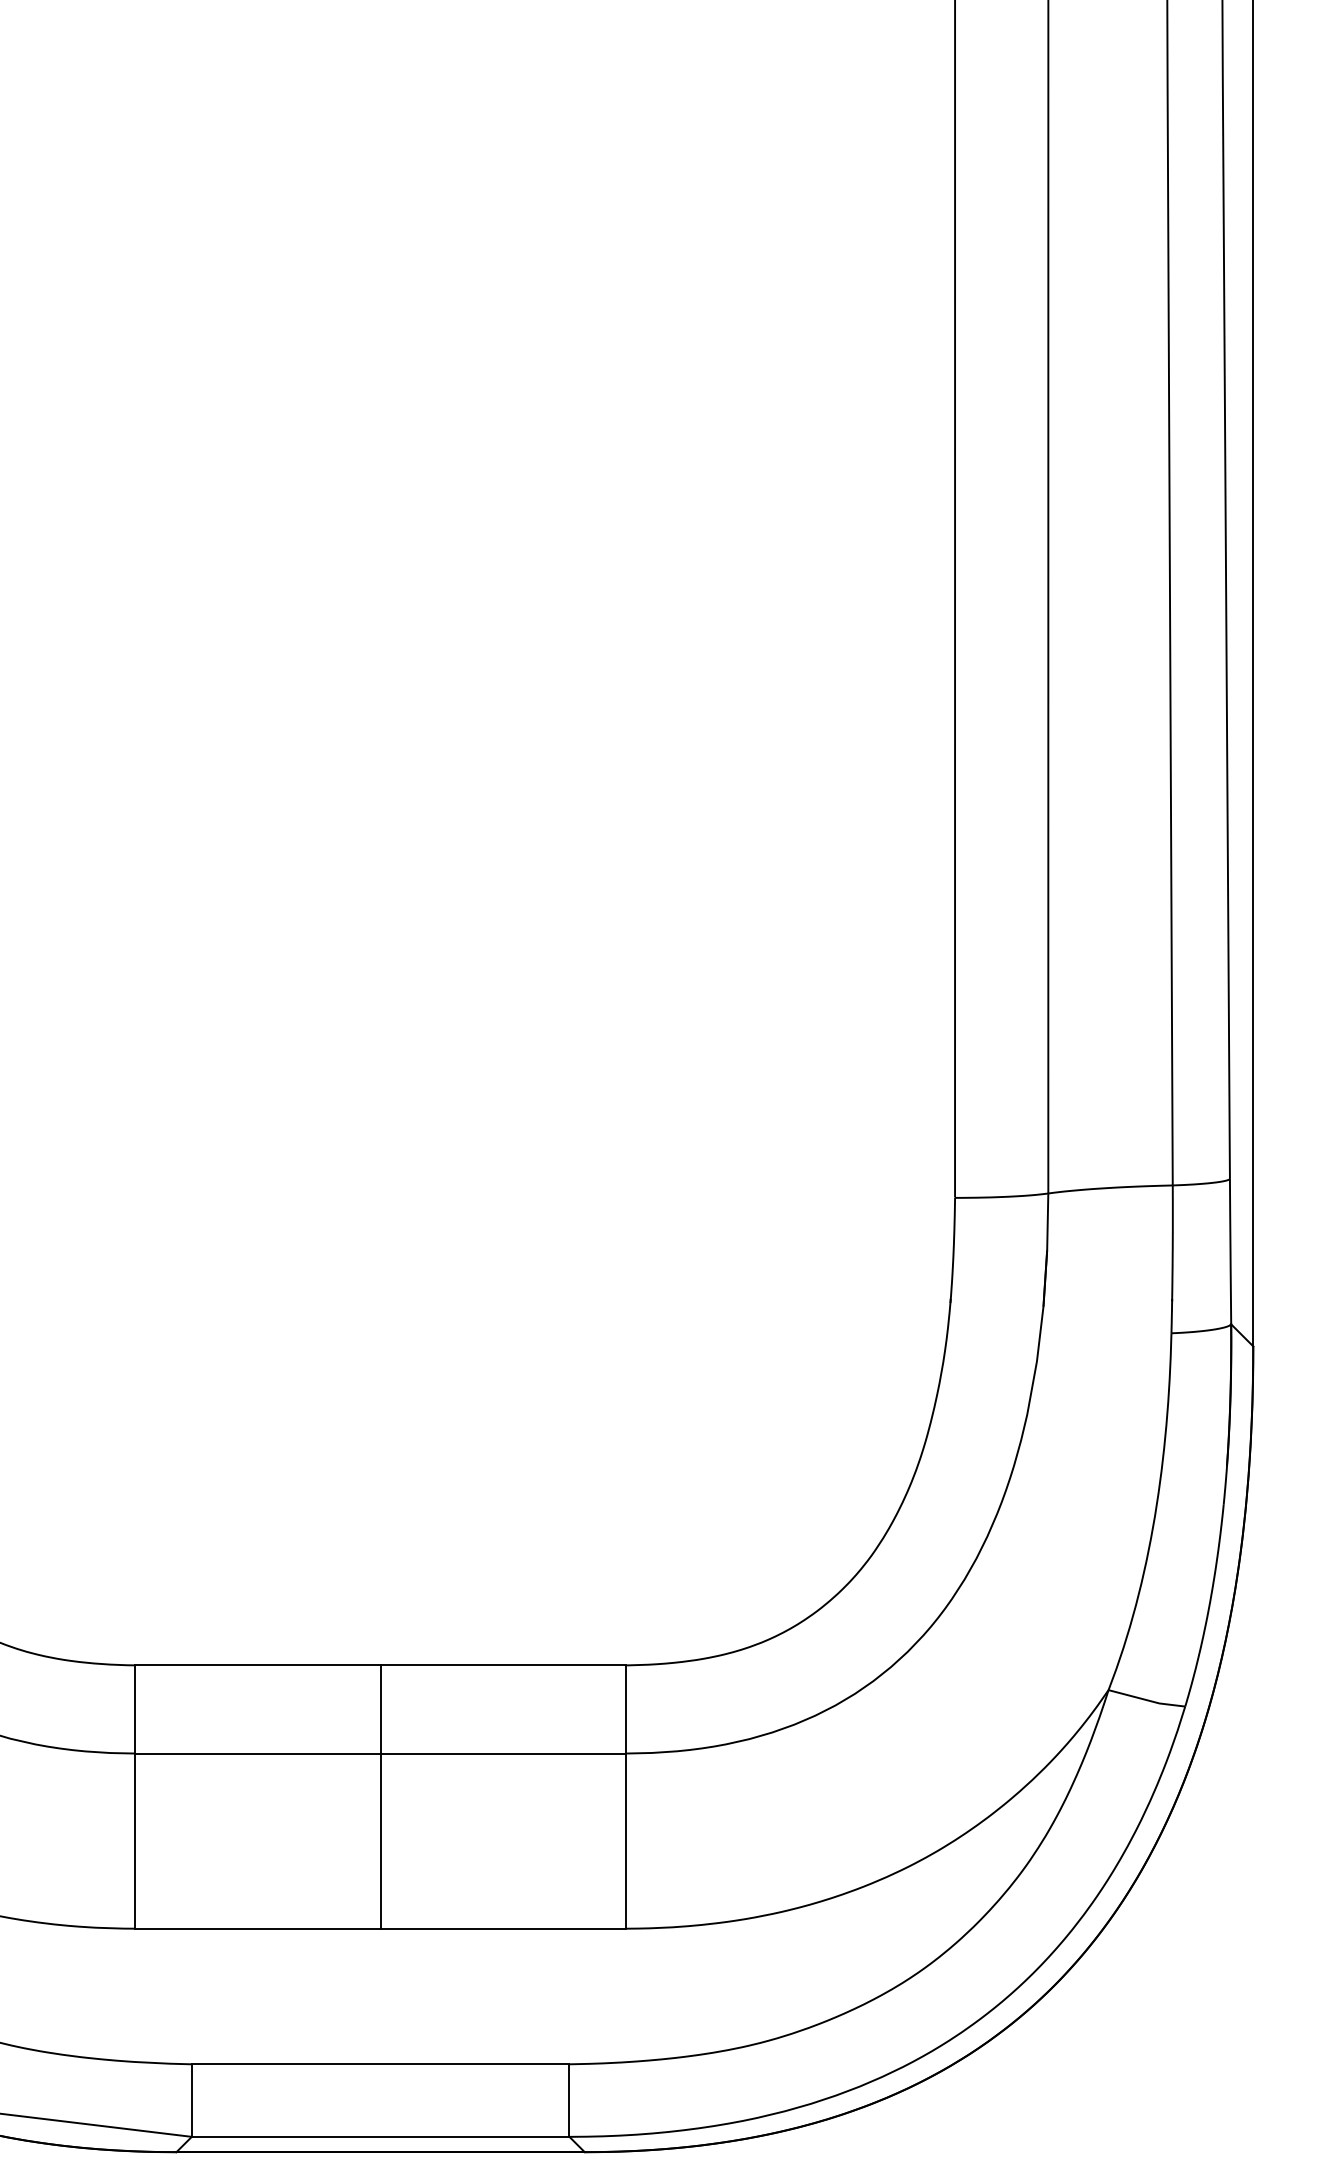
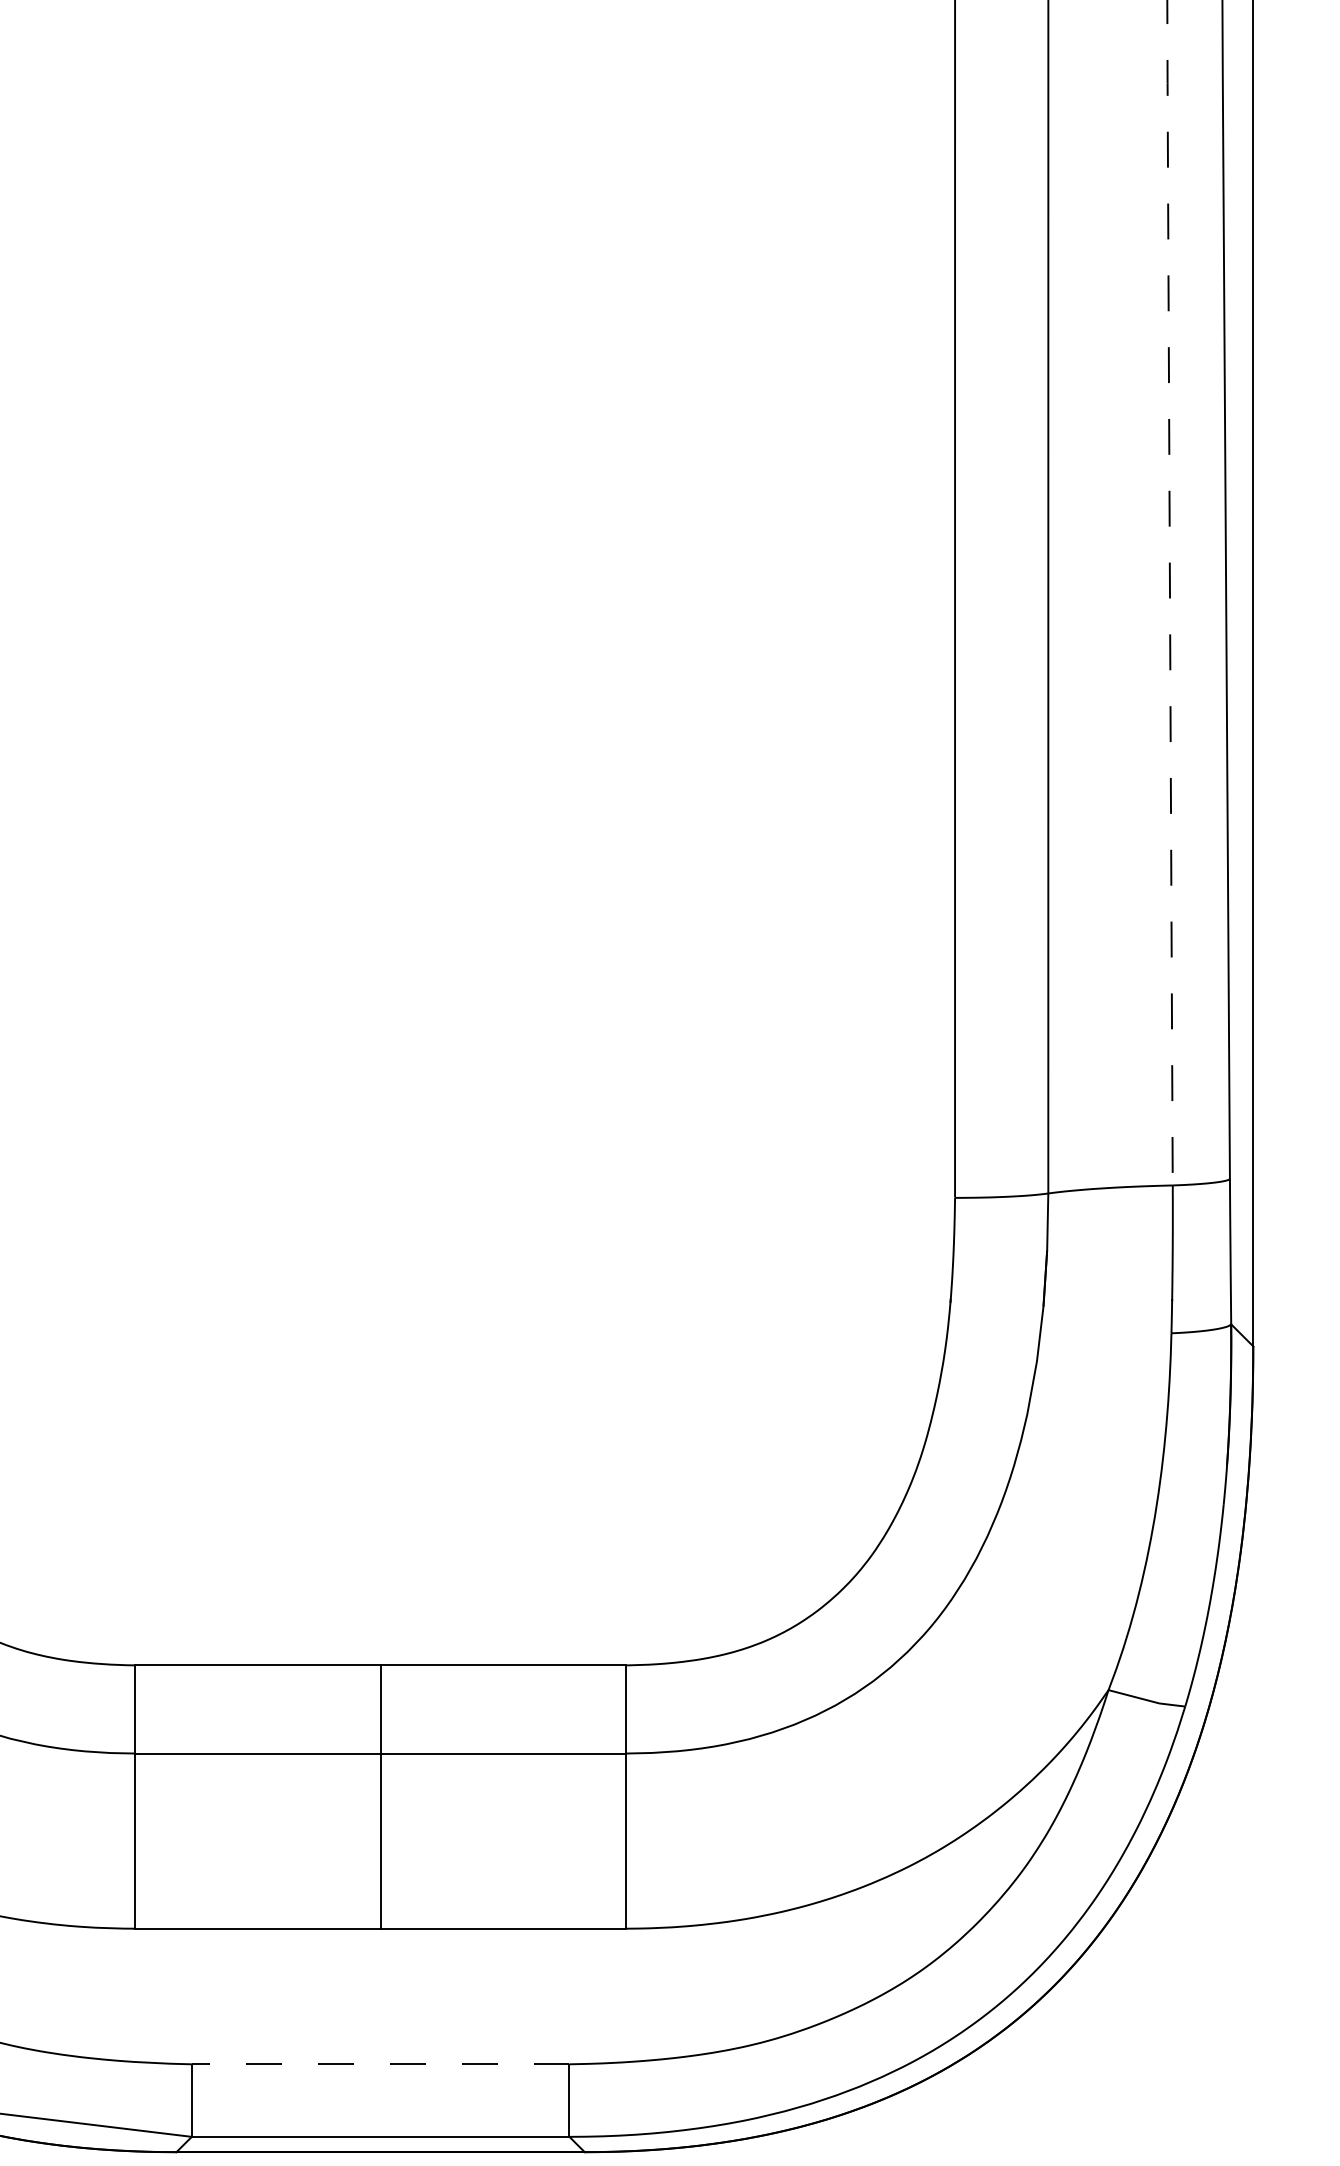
line at (1169, 592): solid -> dashed
line at (380, 2064): solid -> dashed
